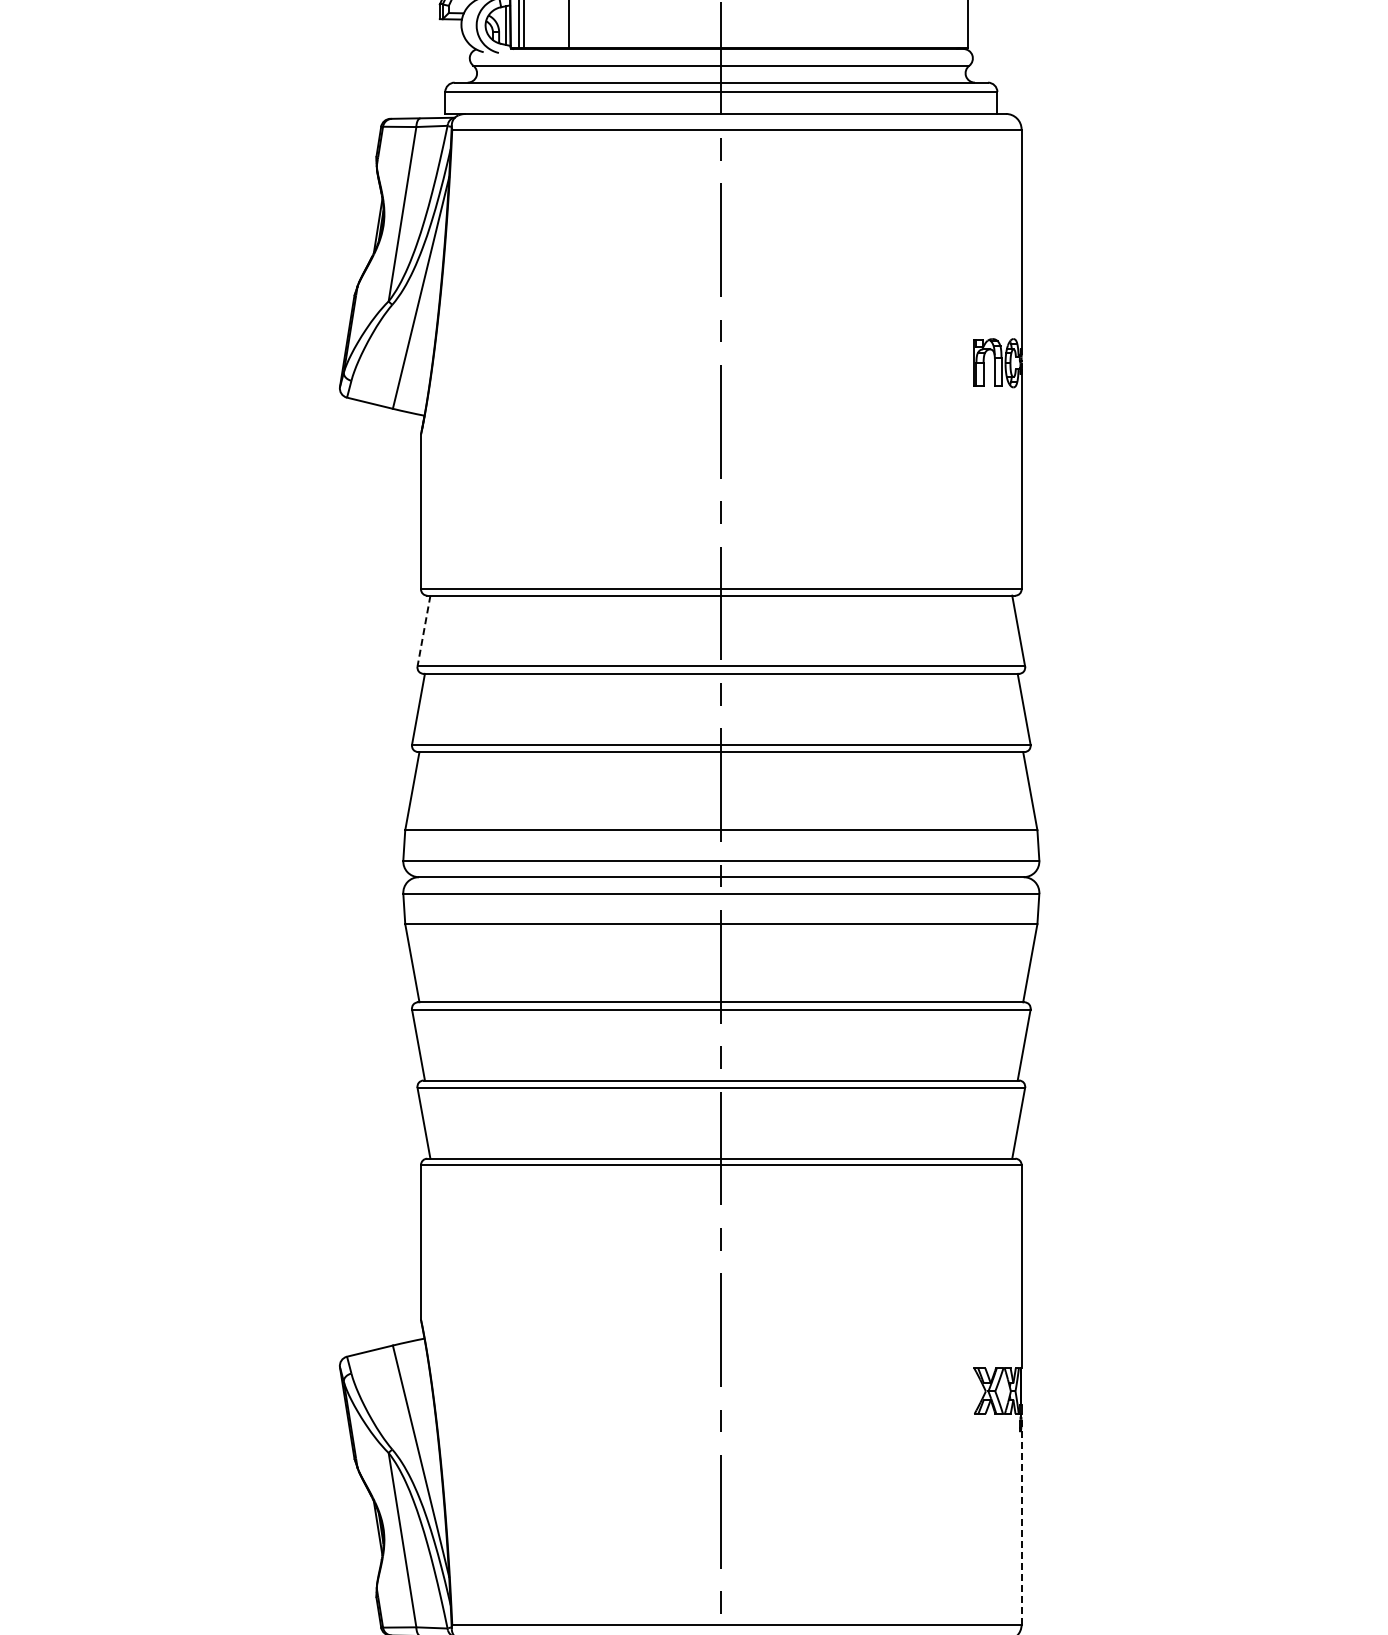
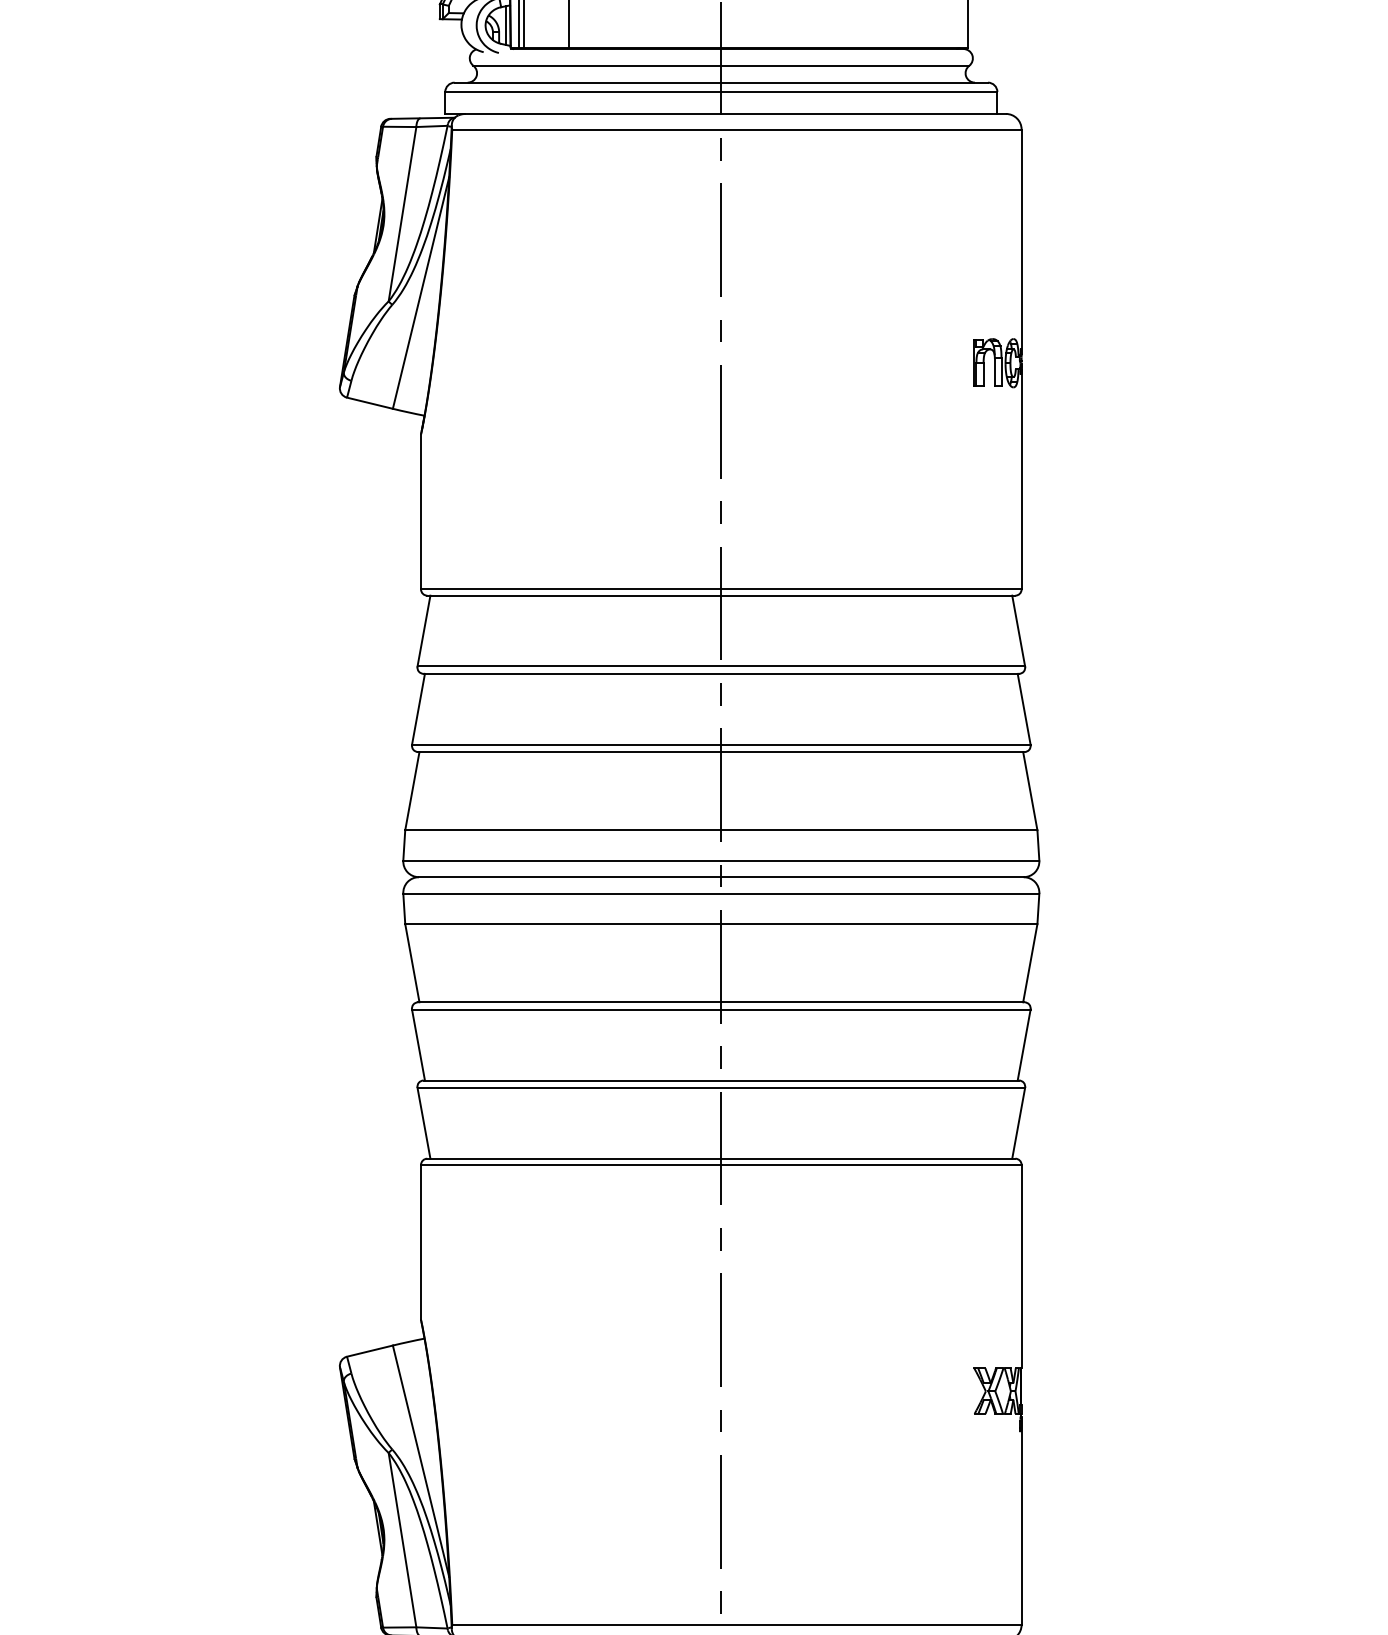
line at (423, 631): dashed -> solid
line at (1021, 1520): dashed -> solid
